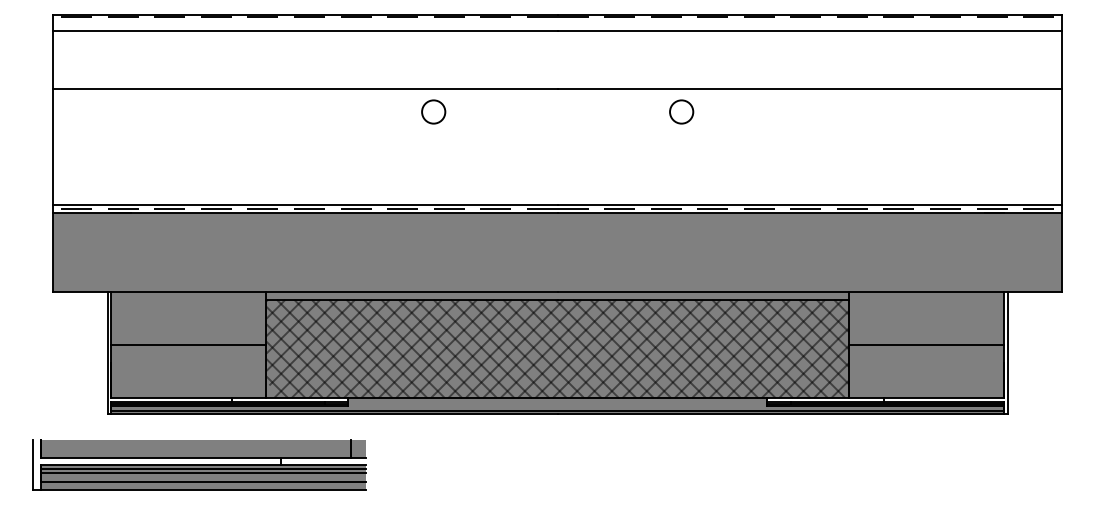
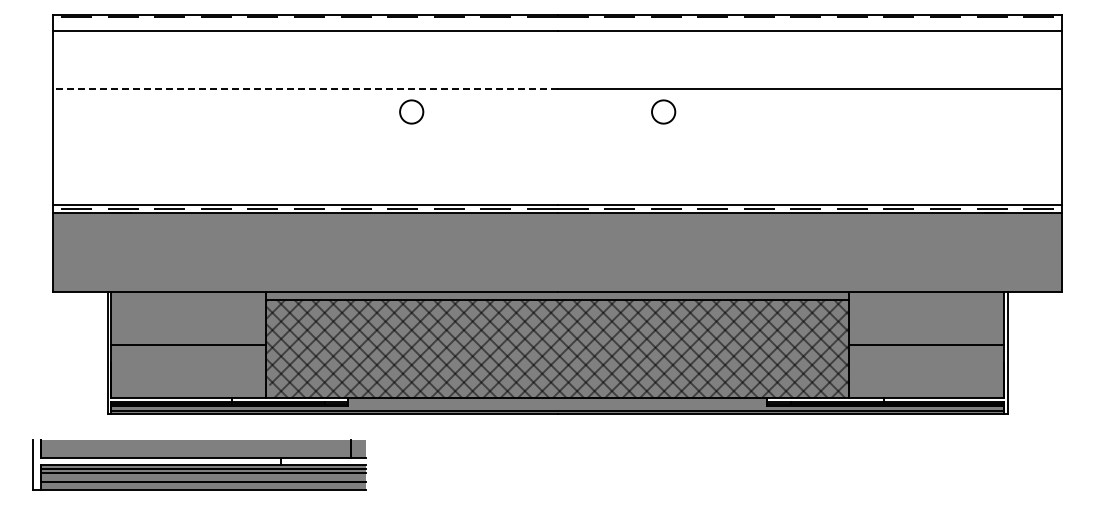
line at (304, 88): solid -> dashed
circle at (433, 111) position: (433, 111) -> (411, 111)
circle at (681, 111) position: (681, 111) -> (663, 111)
